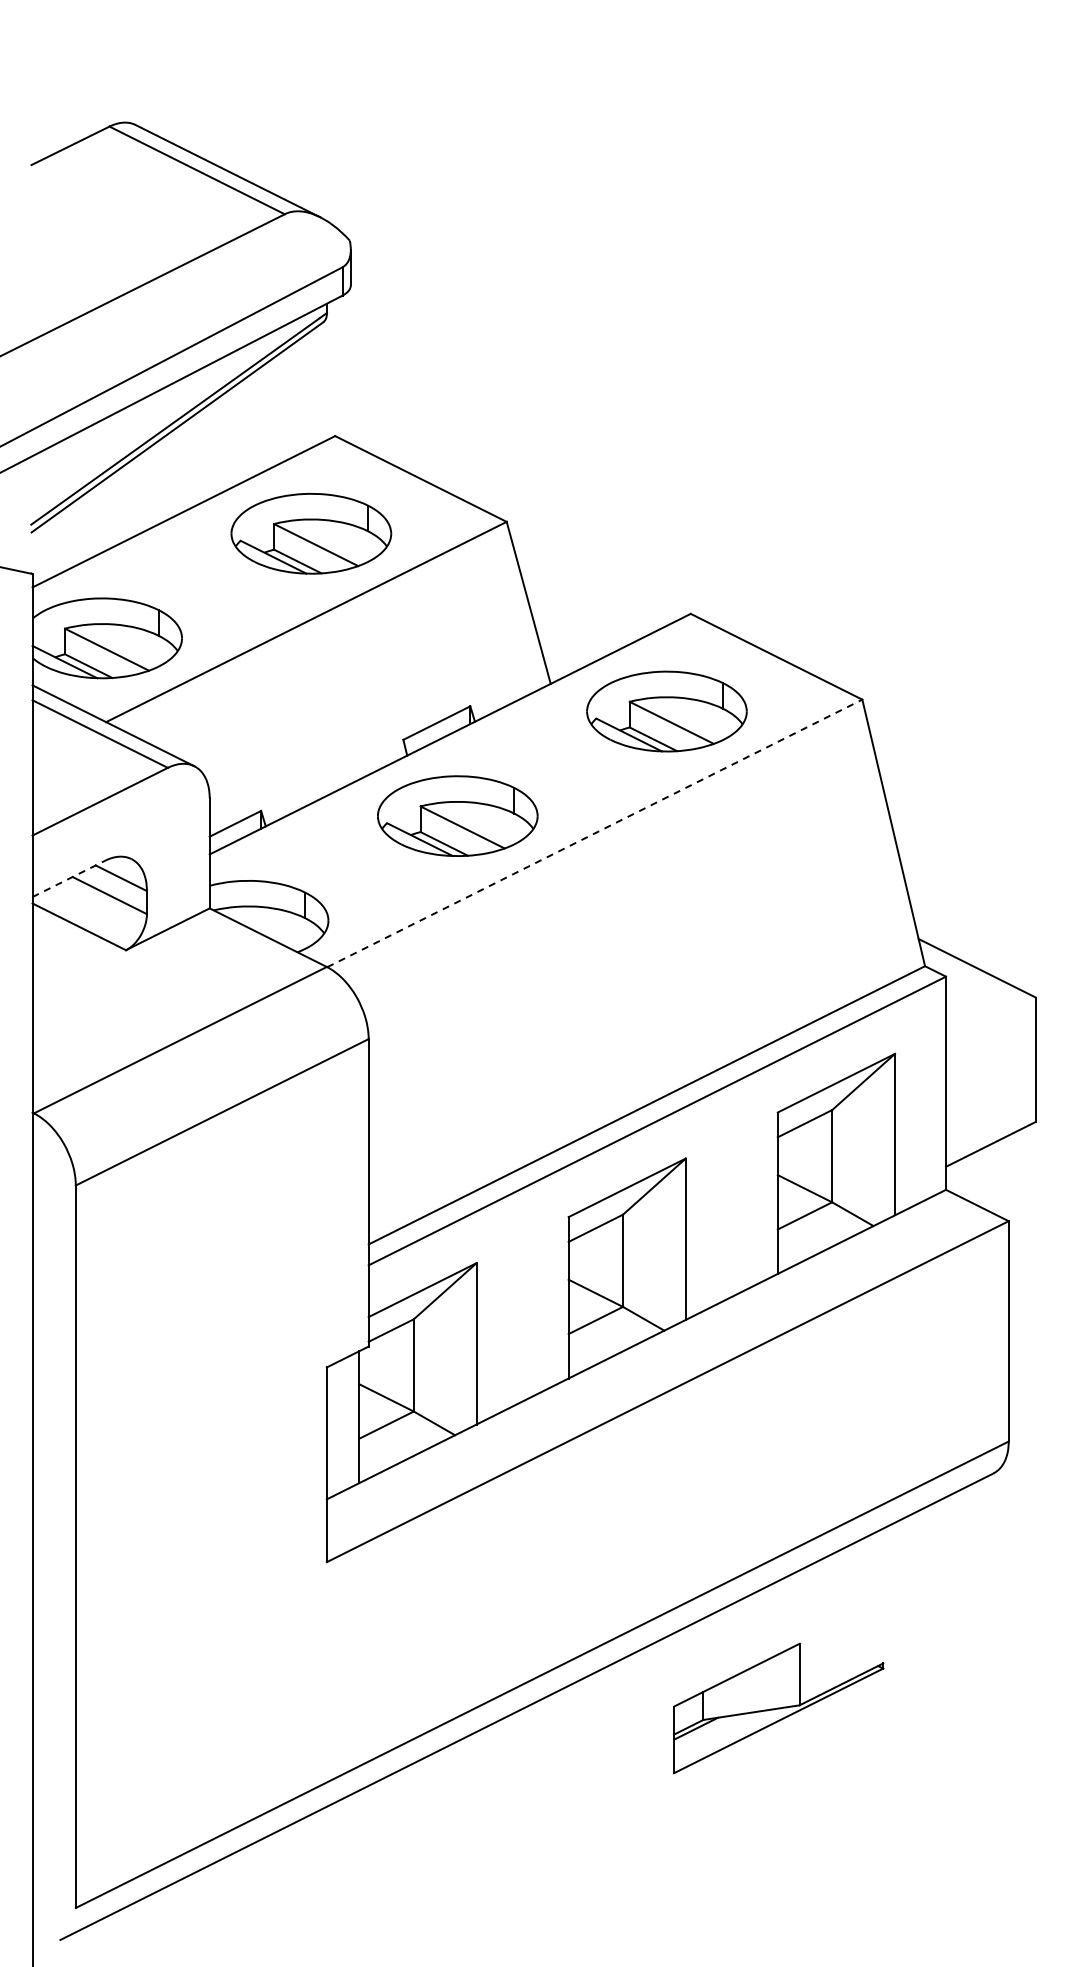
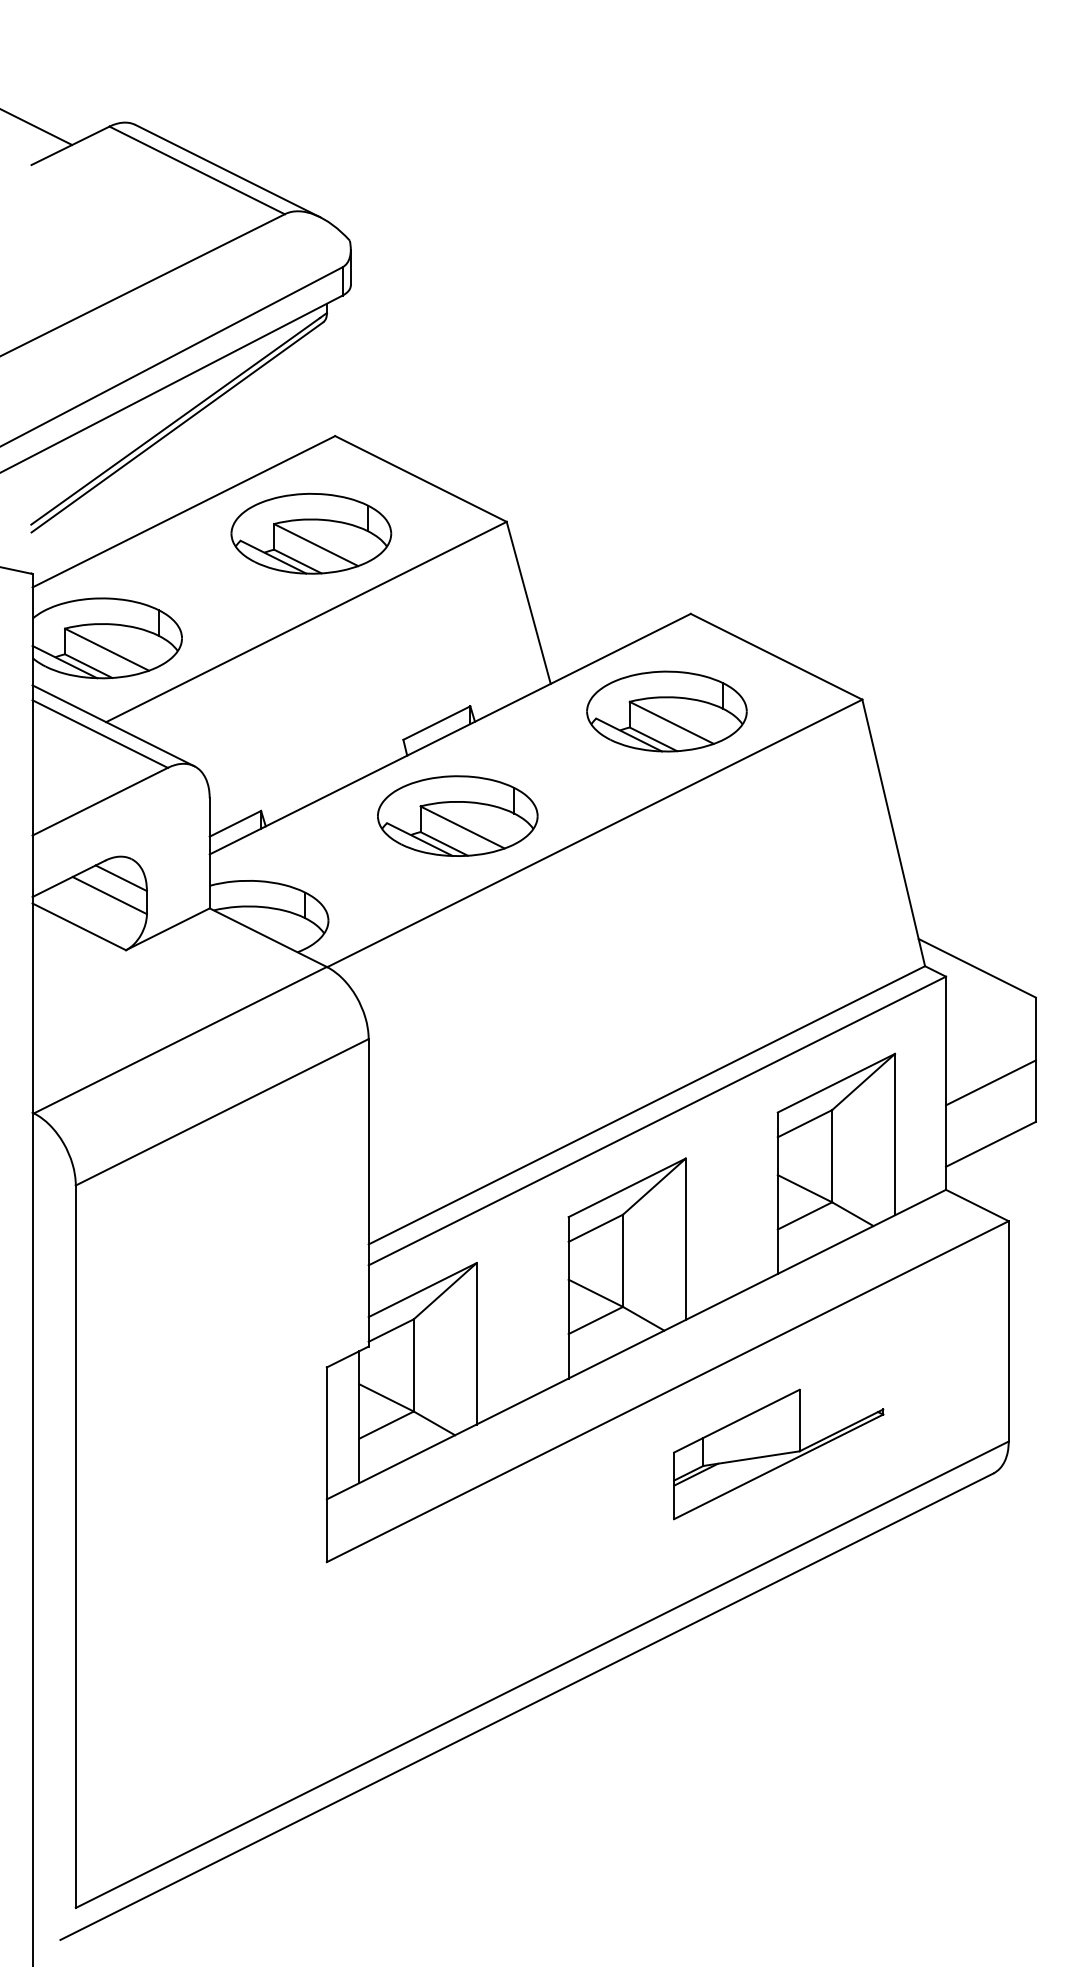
line at (37, 127): none -> present
line at (595, 833): dashed -> solid
line at (68, 878): dashed -> solid
line at (990, 1082): none -> present
part at (778, 1708) position: (778, 1708) -> (778, 1454)
